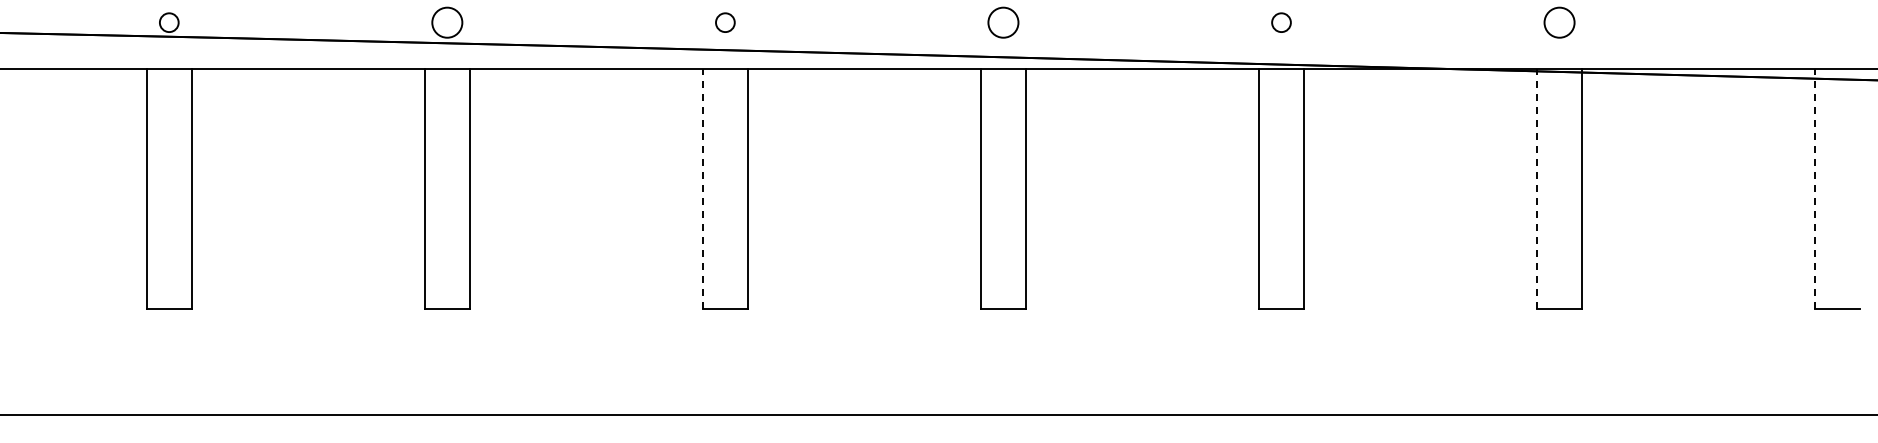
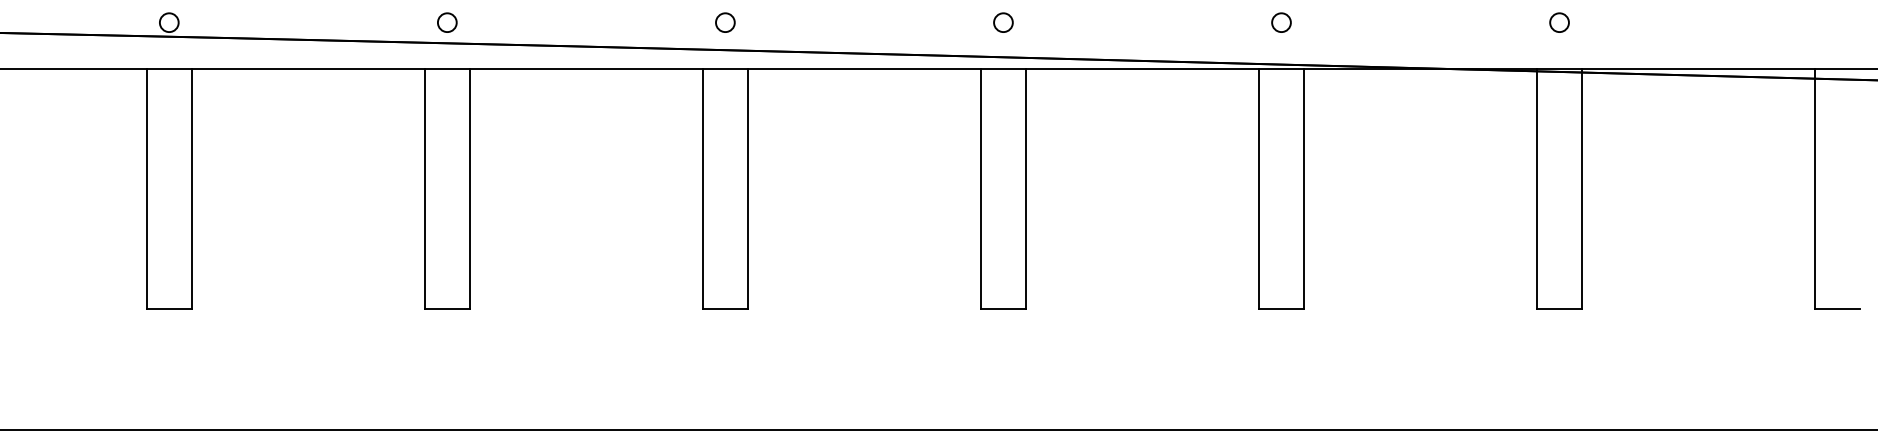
circle at (447, 22) diameter: 30 px -> 19 px
circle at (1003, 22) diameter: 30 px -> 19 px
circle at (1559, 22) diameter: 30 px -> 19 px
line at (702, 188): dashed -> solid
line at (1537, 188): dashed -> solid
line at (1815, 188): dashed -> solid
line at (938, 414) position: (938, 414) -> (938, 429)
